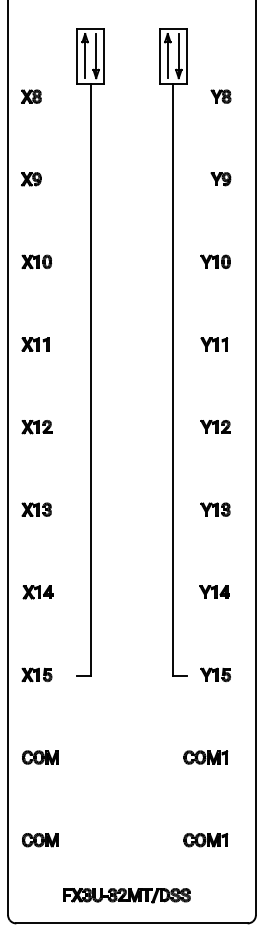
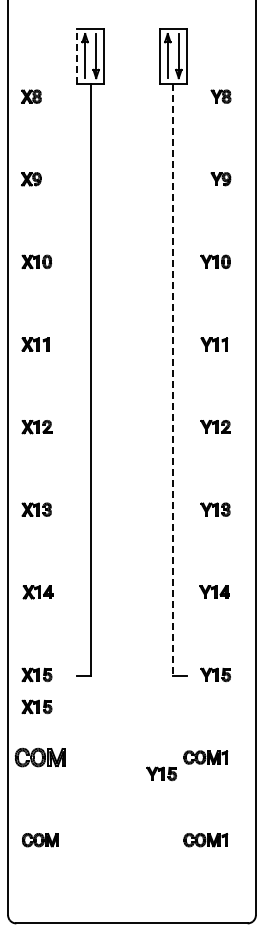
line at (76, 56): solid -> dashed
line at (173, 380): solid -> dashed
part at (36, 706): none -> present
part at (40, 757) size: 37x15 px -> 51x21 px
part at (161, 773): none -> present
part at (126, 895): present -> none
